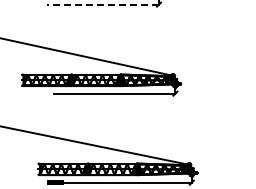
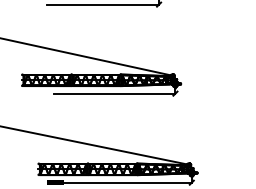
line at (102, 4): dashed -> solid
